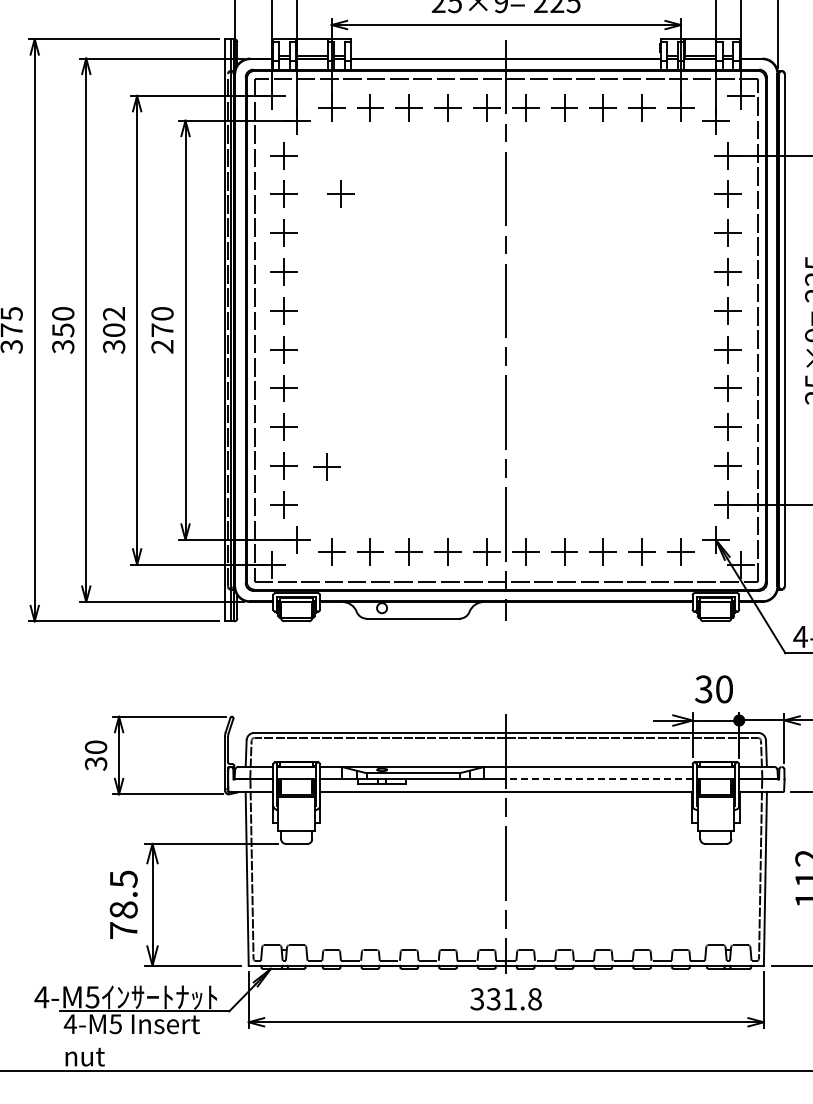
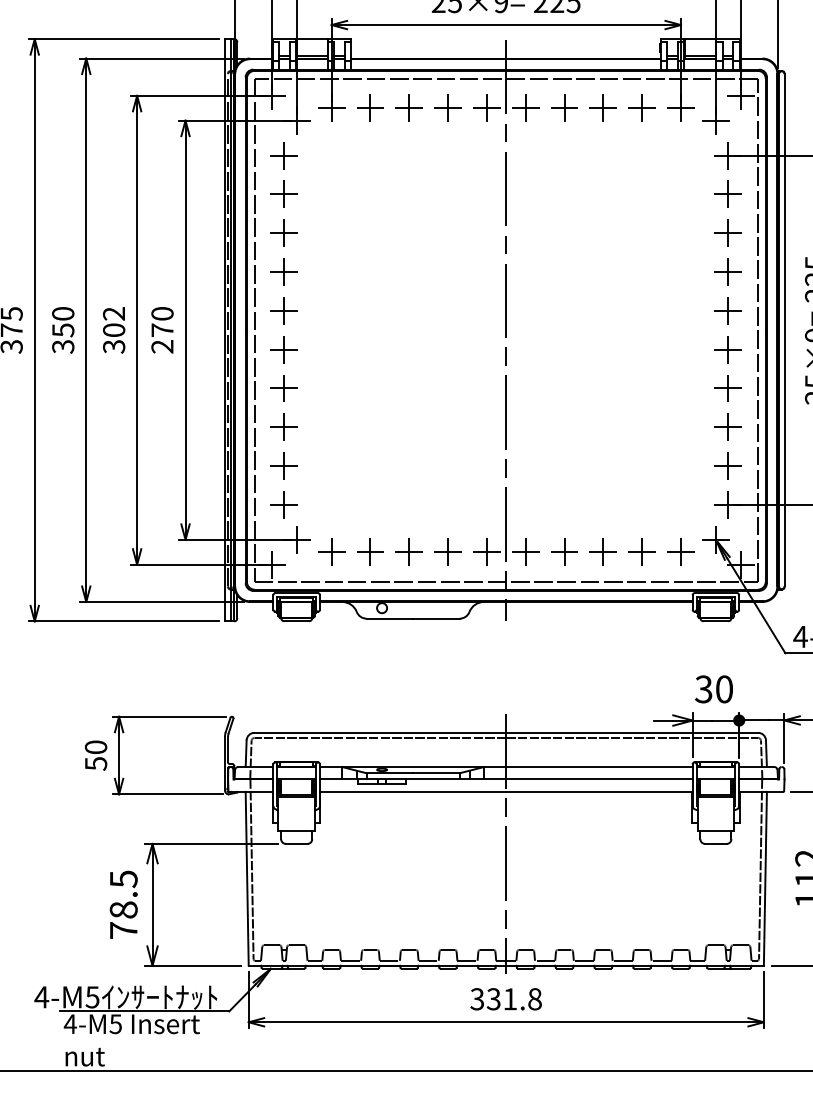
part at (340, 193): present -> none
part at (326, 466): present -> none
text at (95, 763): 30 -> 50
line at (598, 779): dashed -> solid
